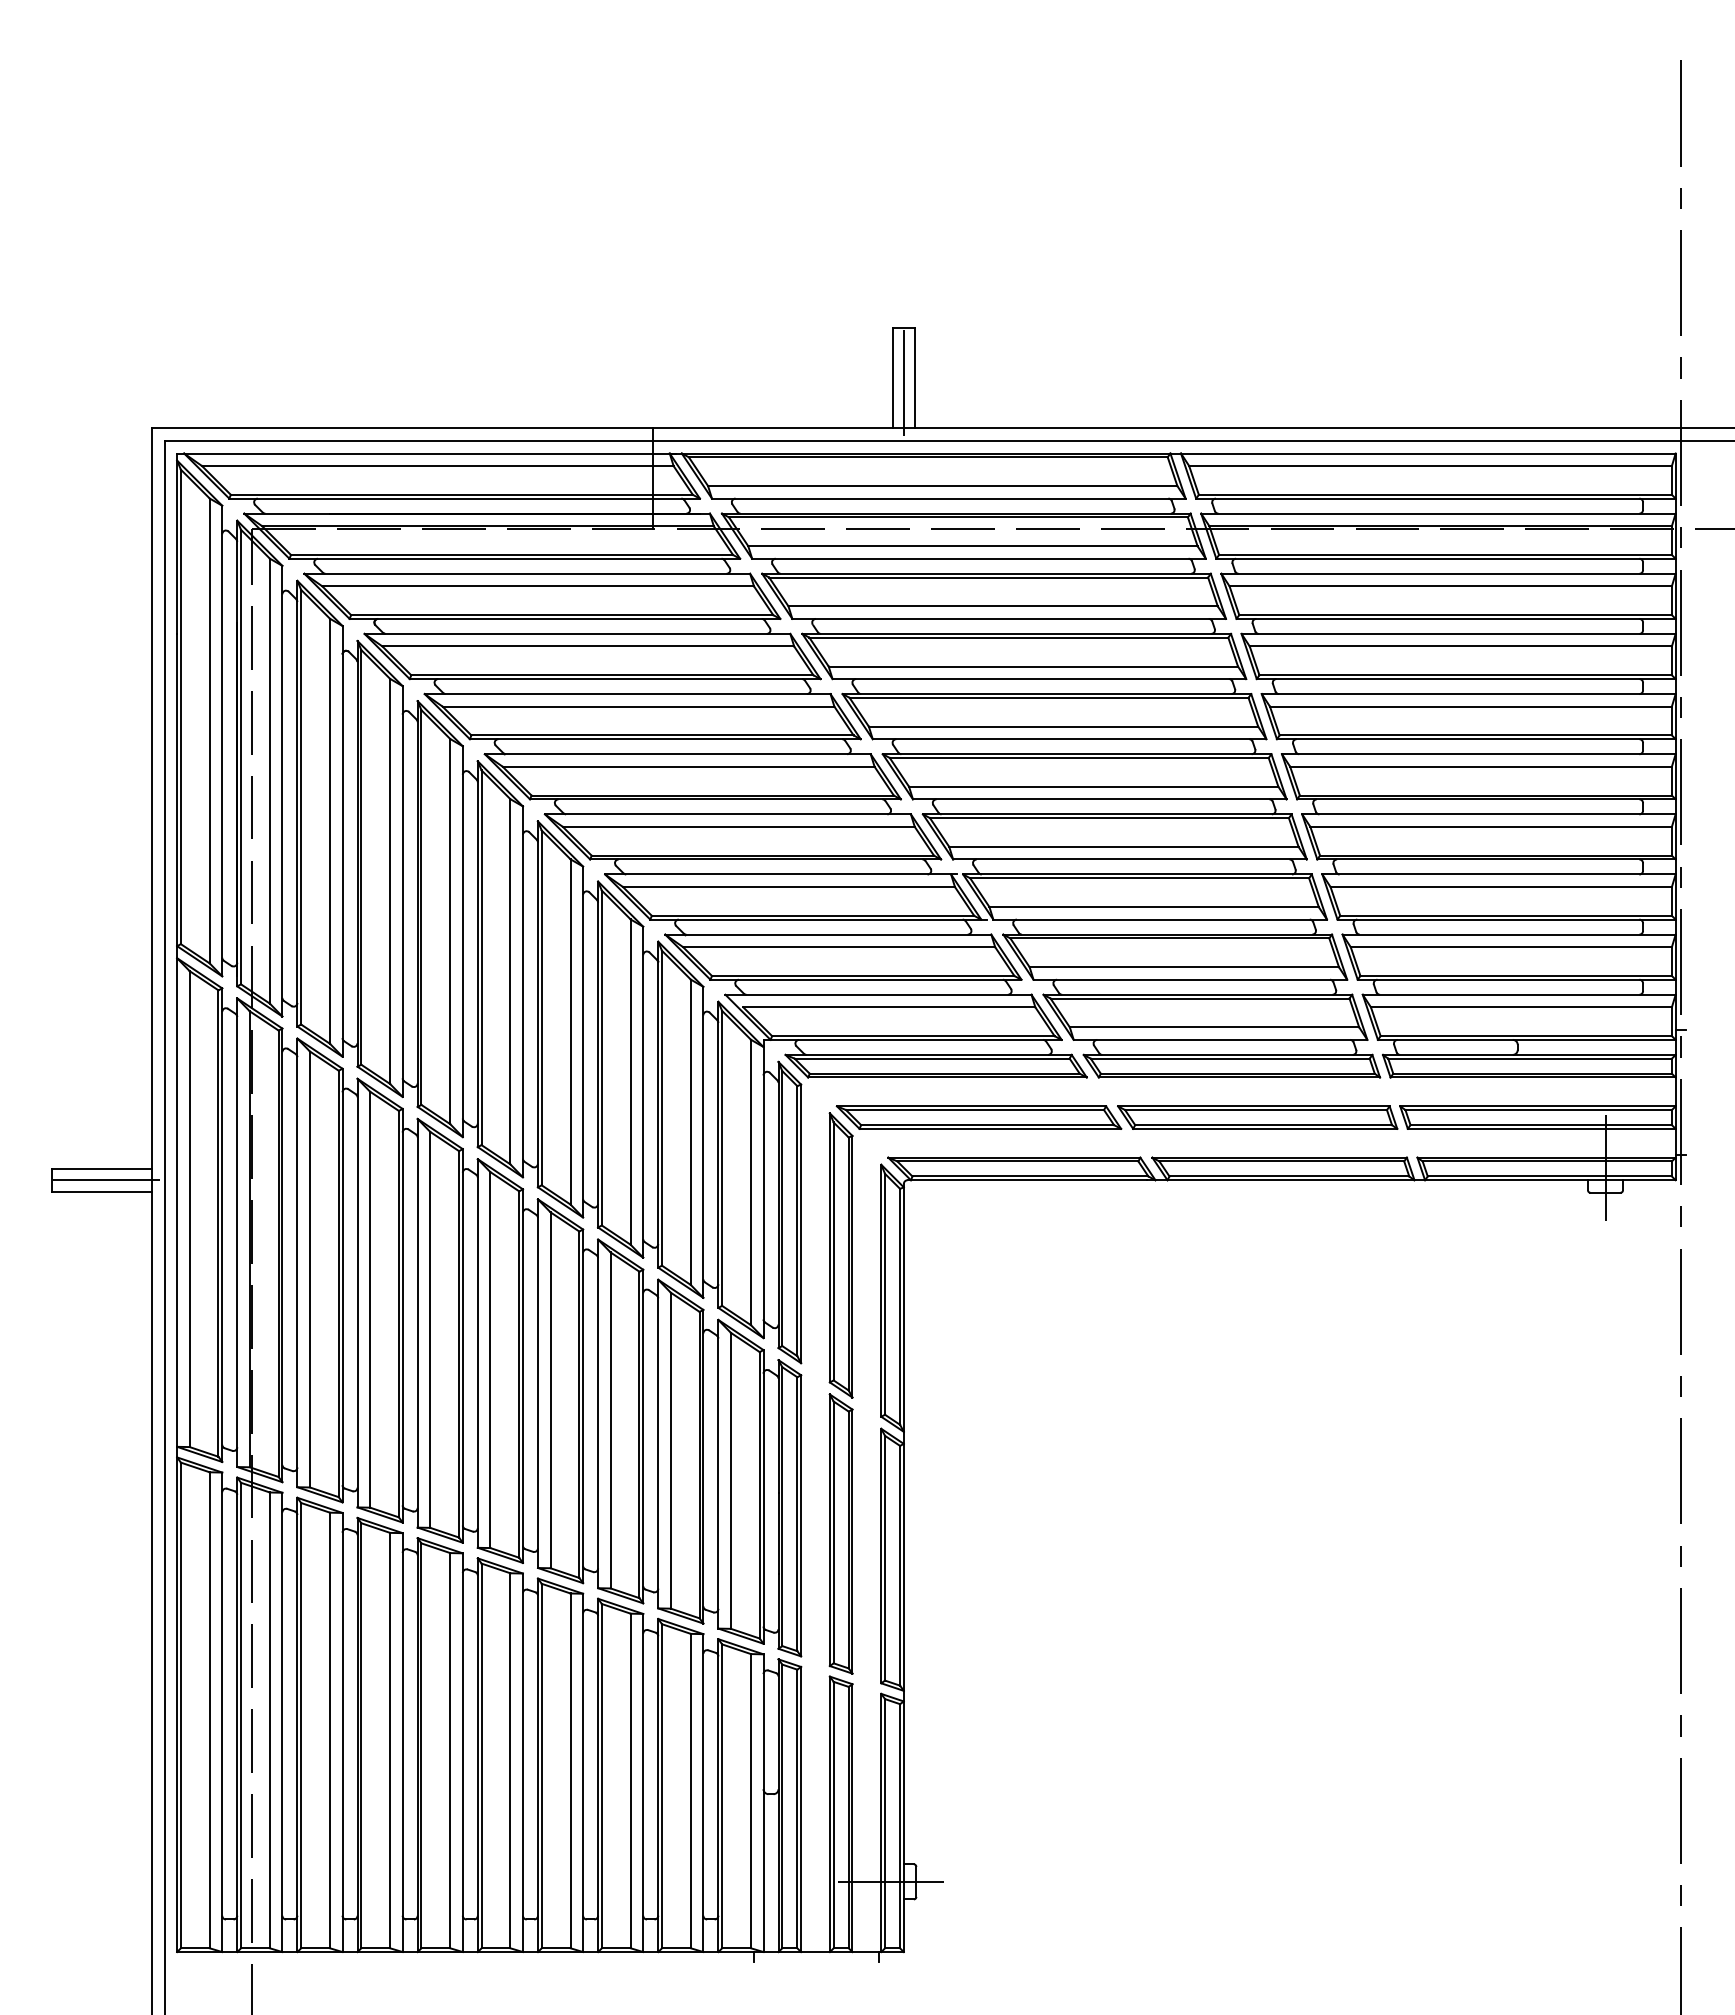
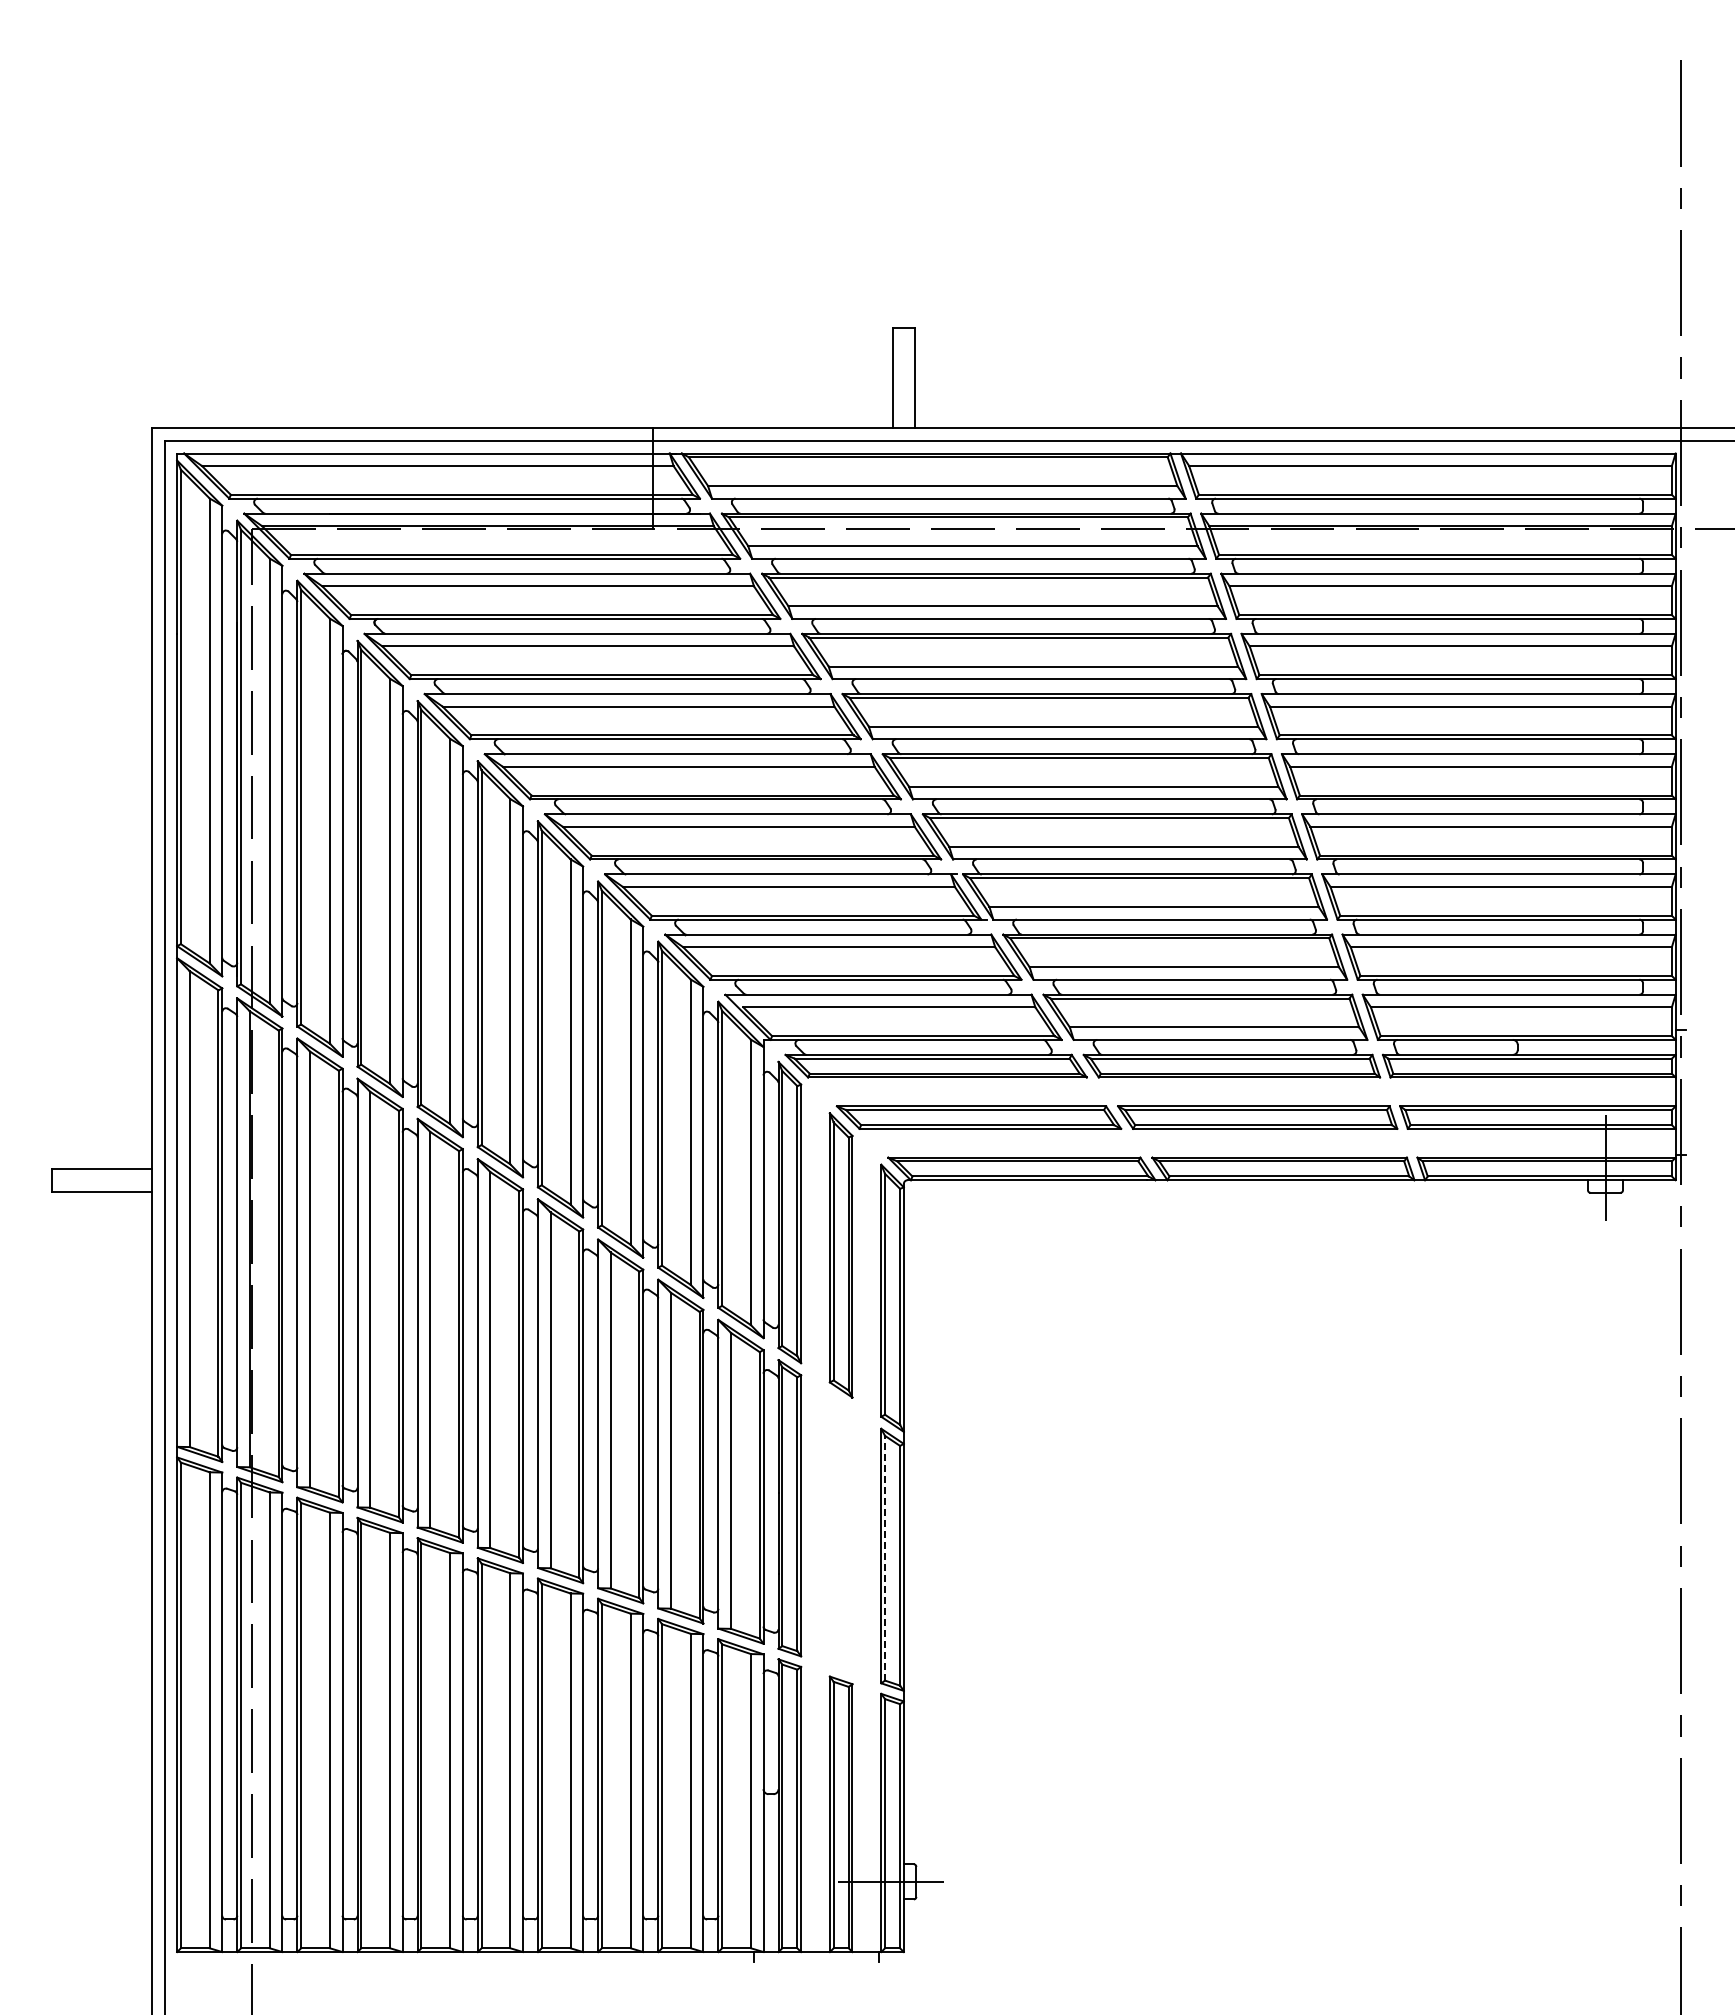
line at (903, 380): present -> none
line at (104, 1180): present -> none
part at (840, 1533): present -> none
line at (885, 1557): solid -> dashed
